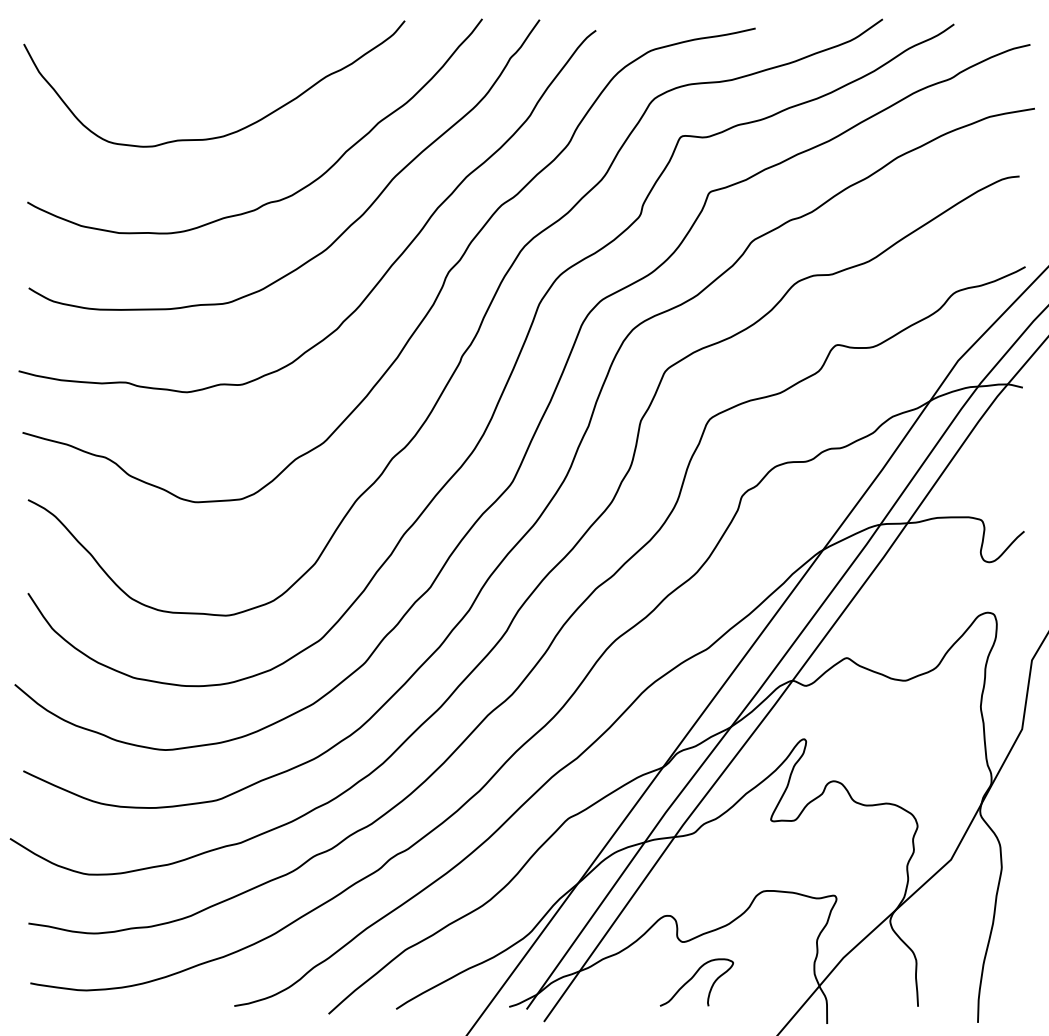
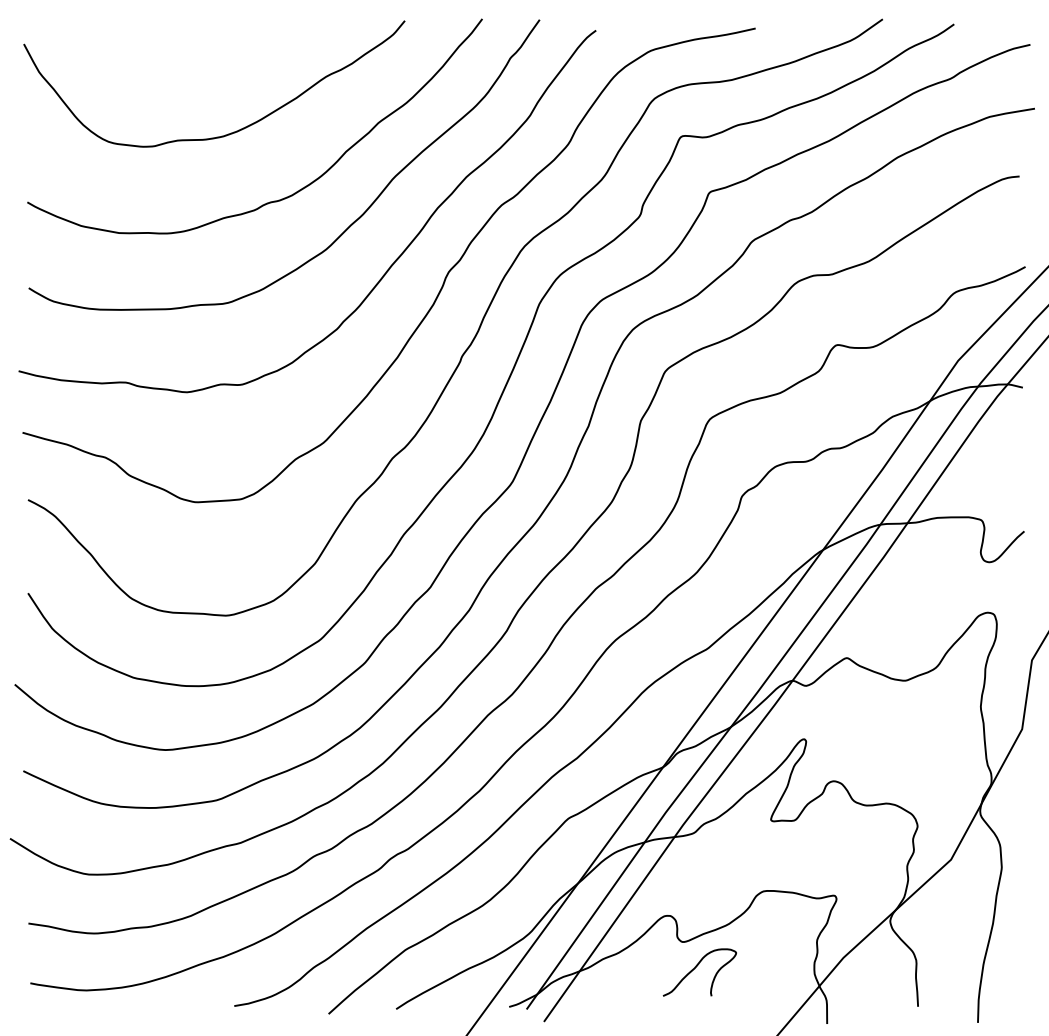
curve at (692, 978) position: (692, 978) -> (695, 968)
